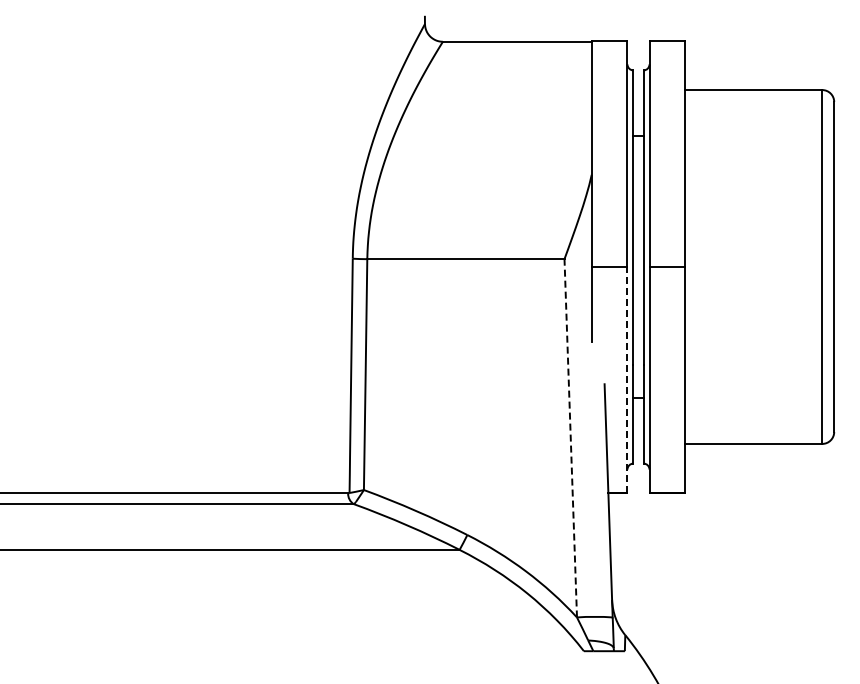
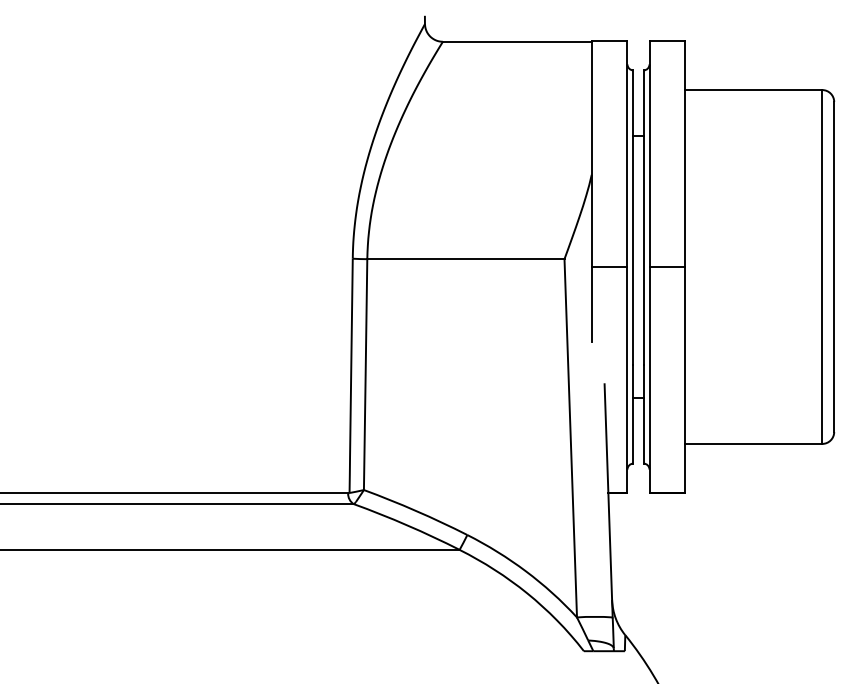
line at (627, 379): dashed -> solid
line at (570, 437): dashed -> solid
